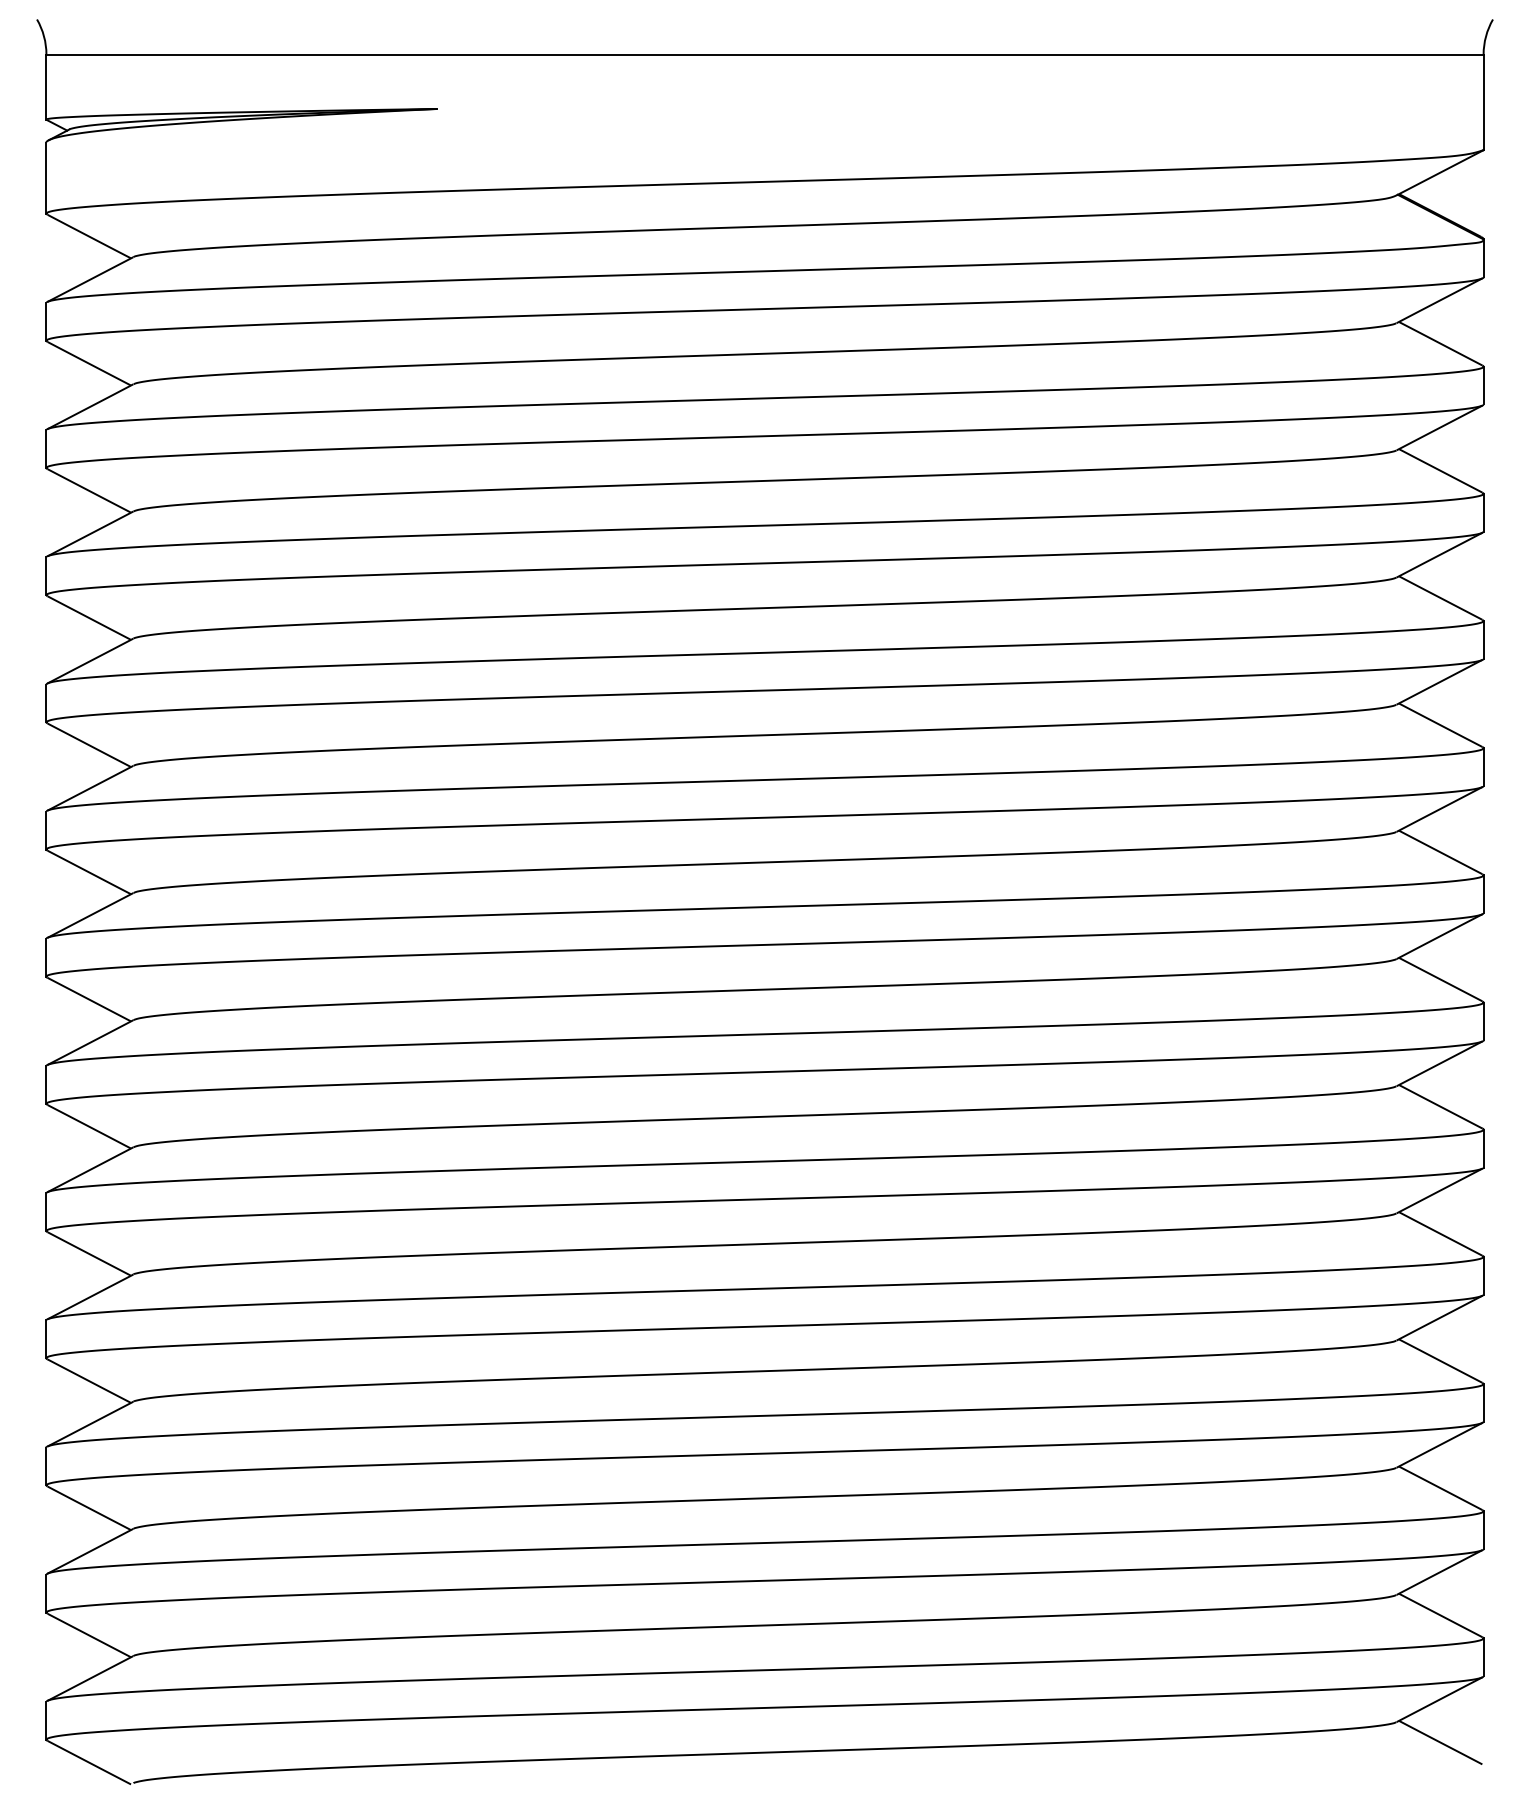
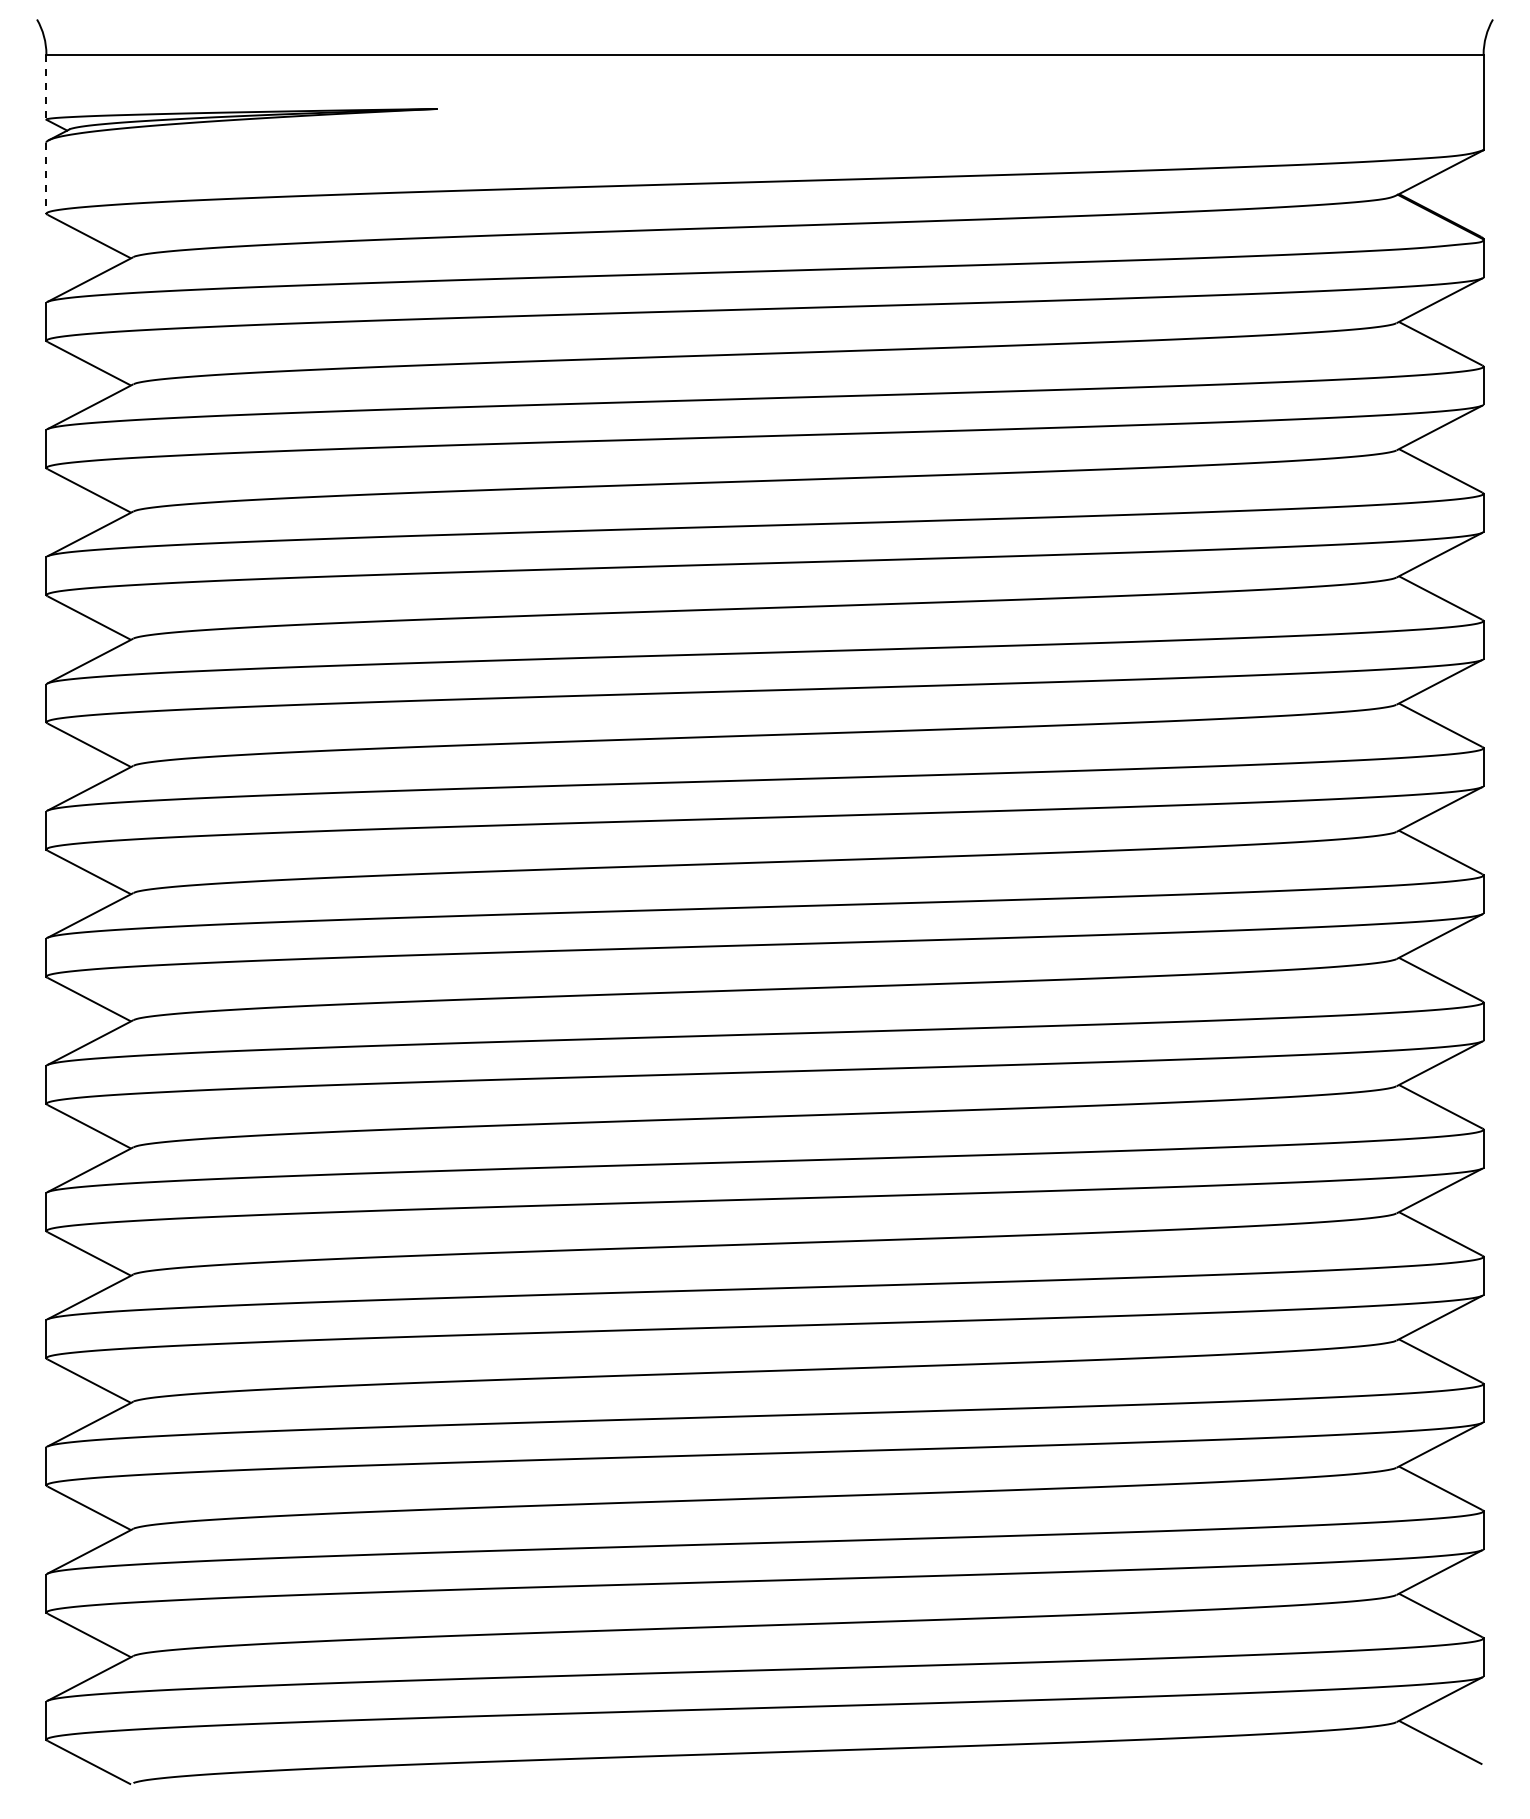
line at (46, 87): solid -> dashed
line at (46, 178): solid -> dashed
